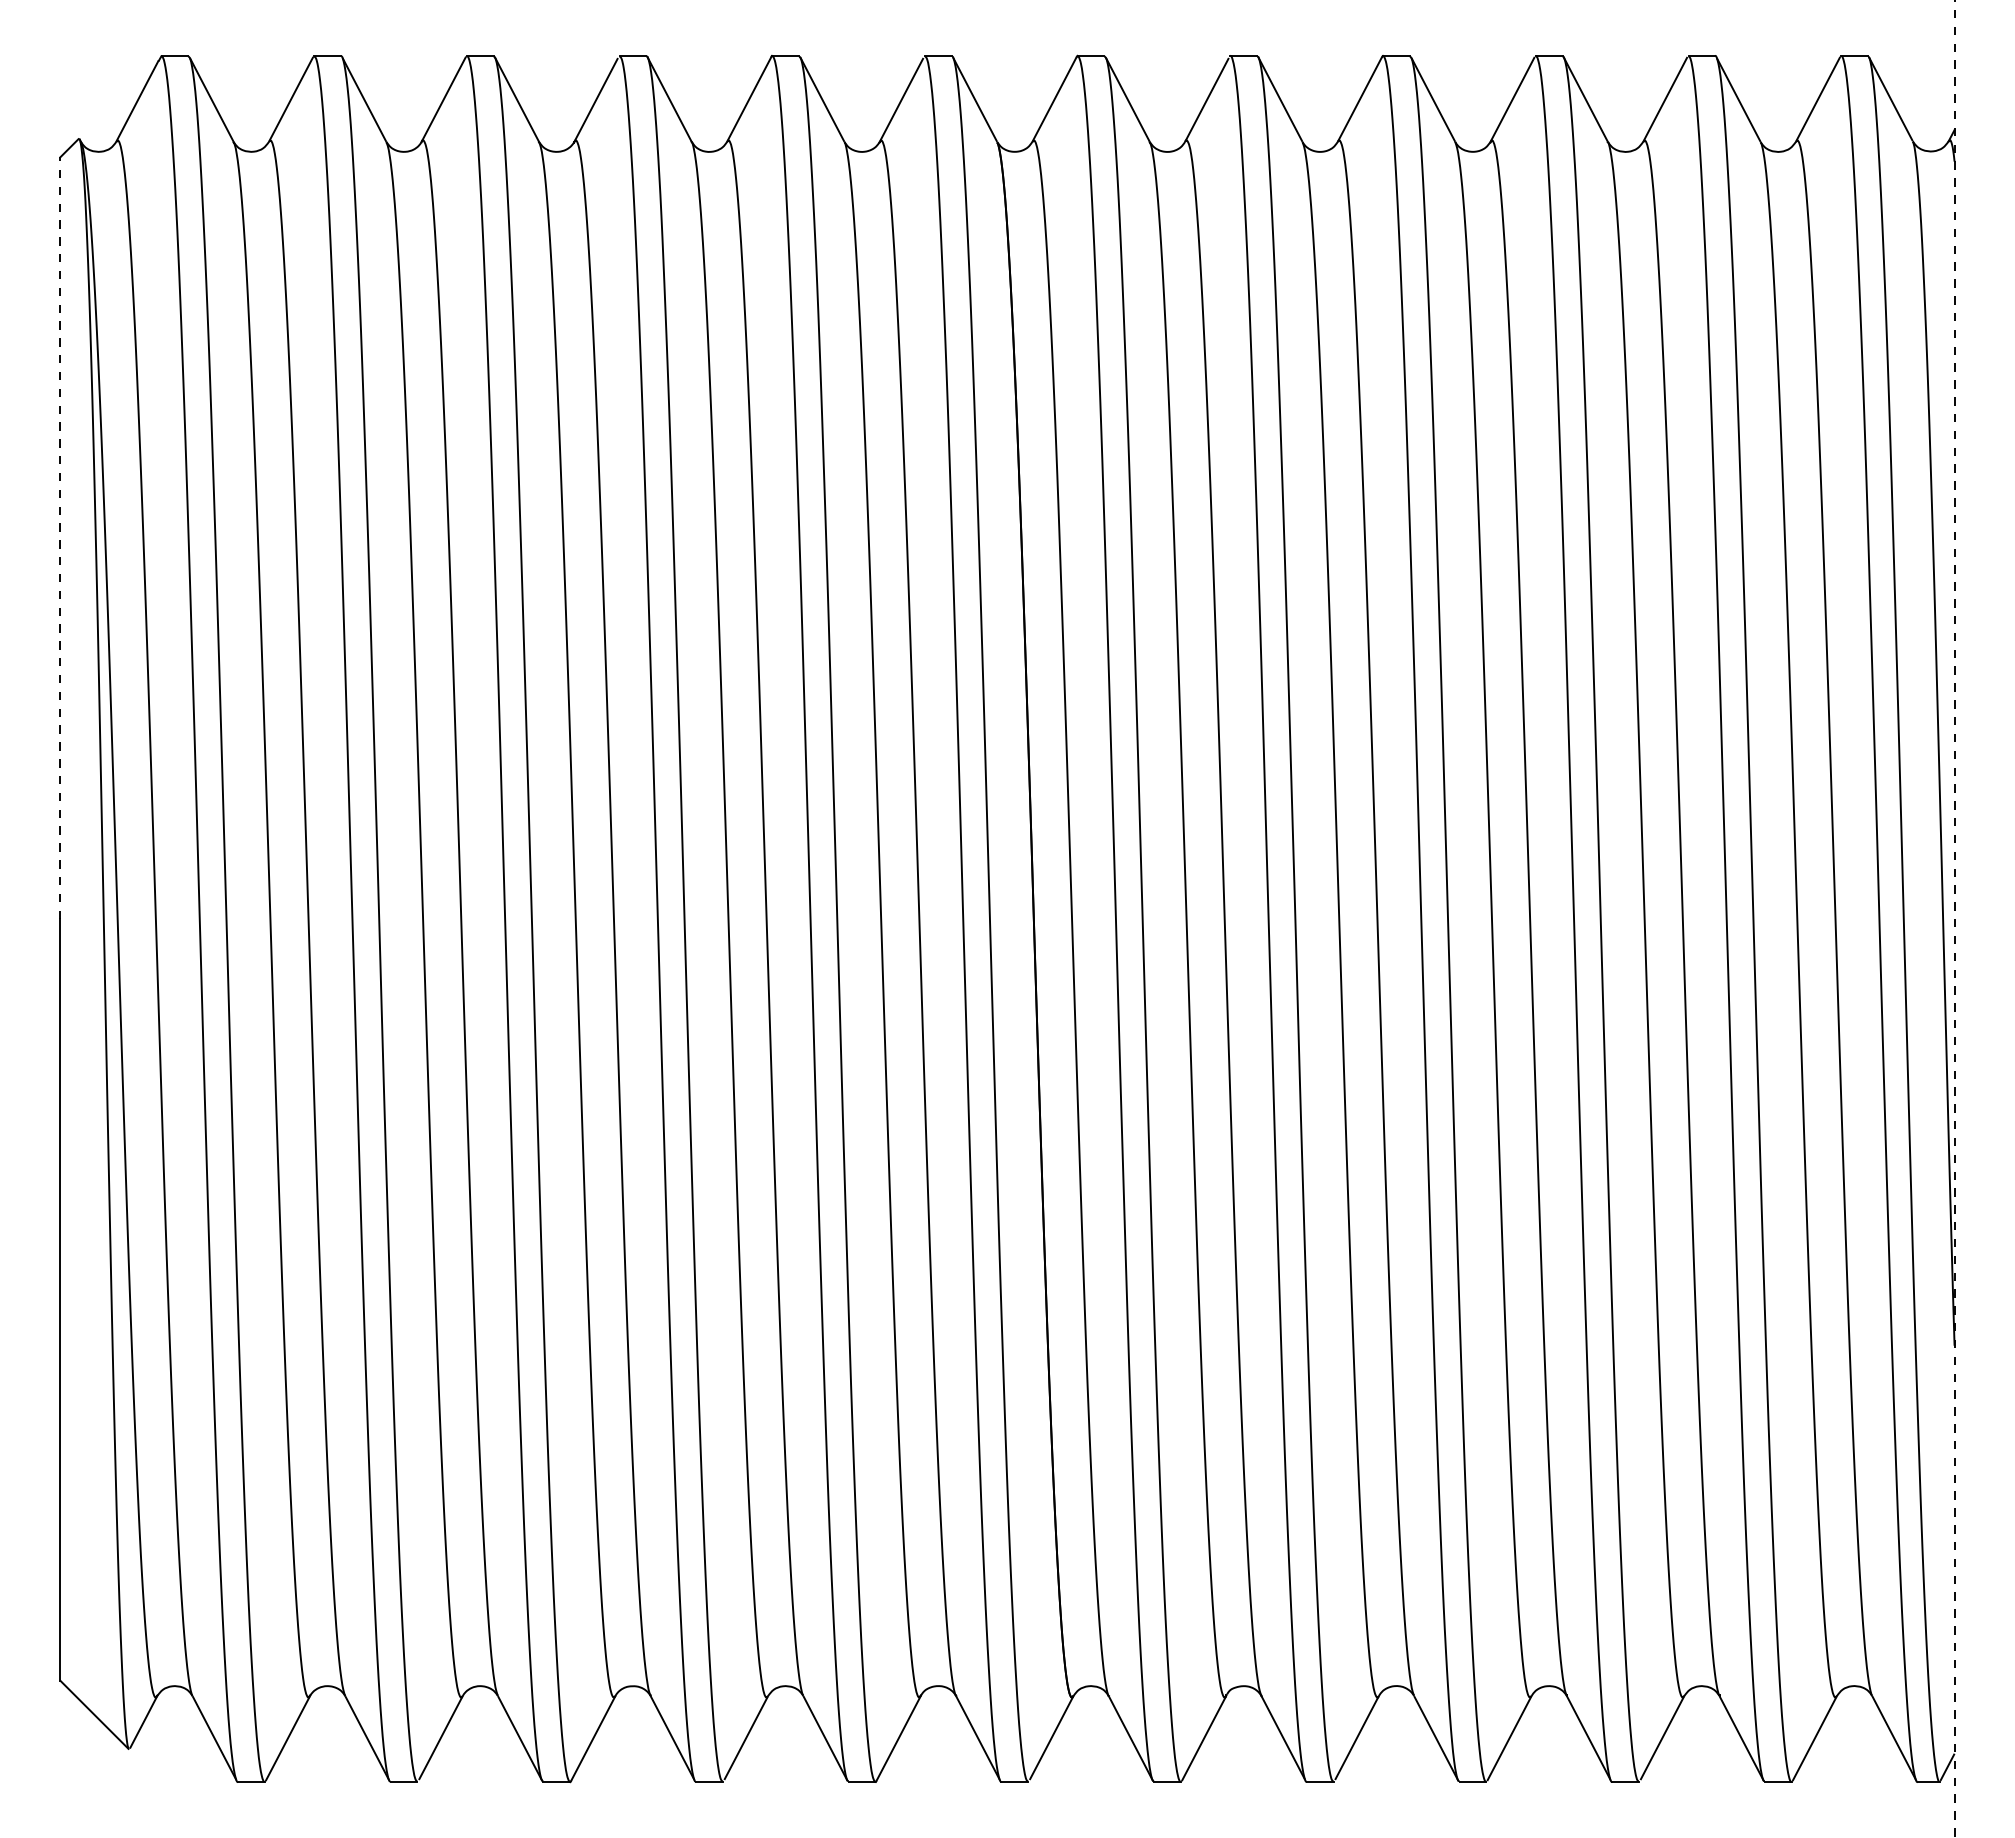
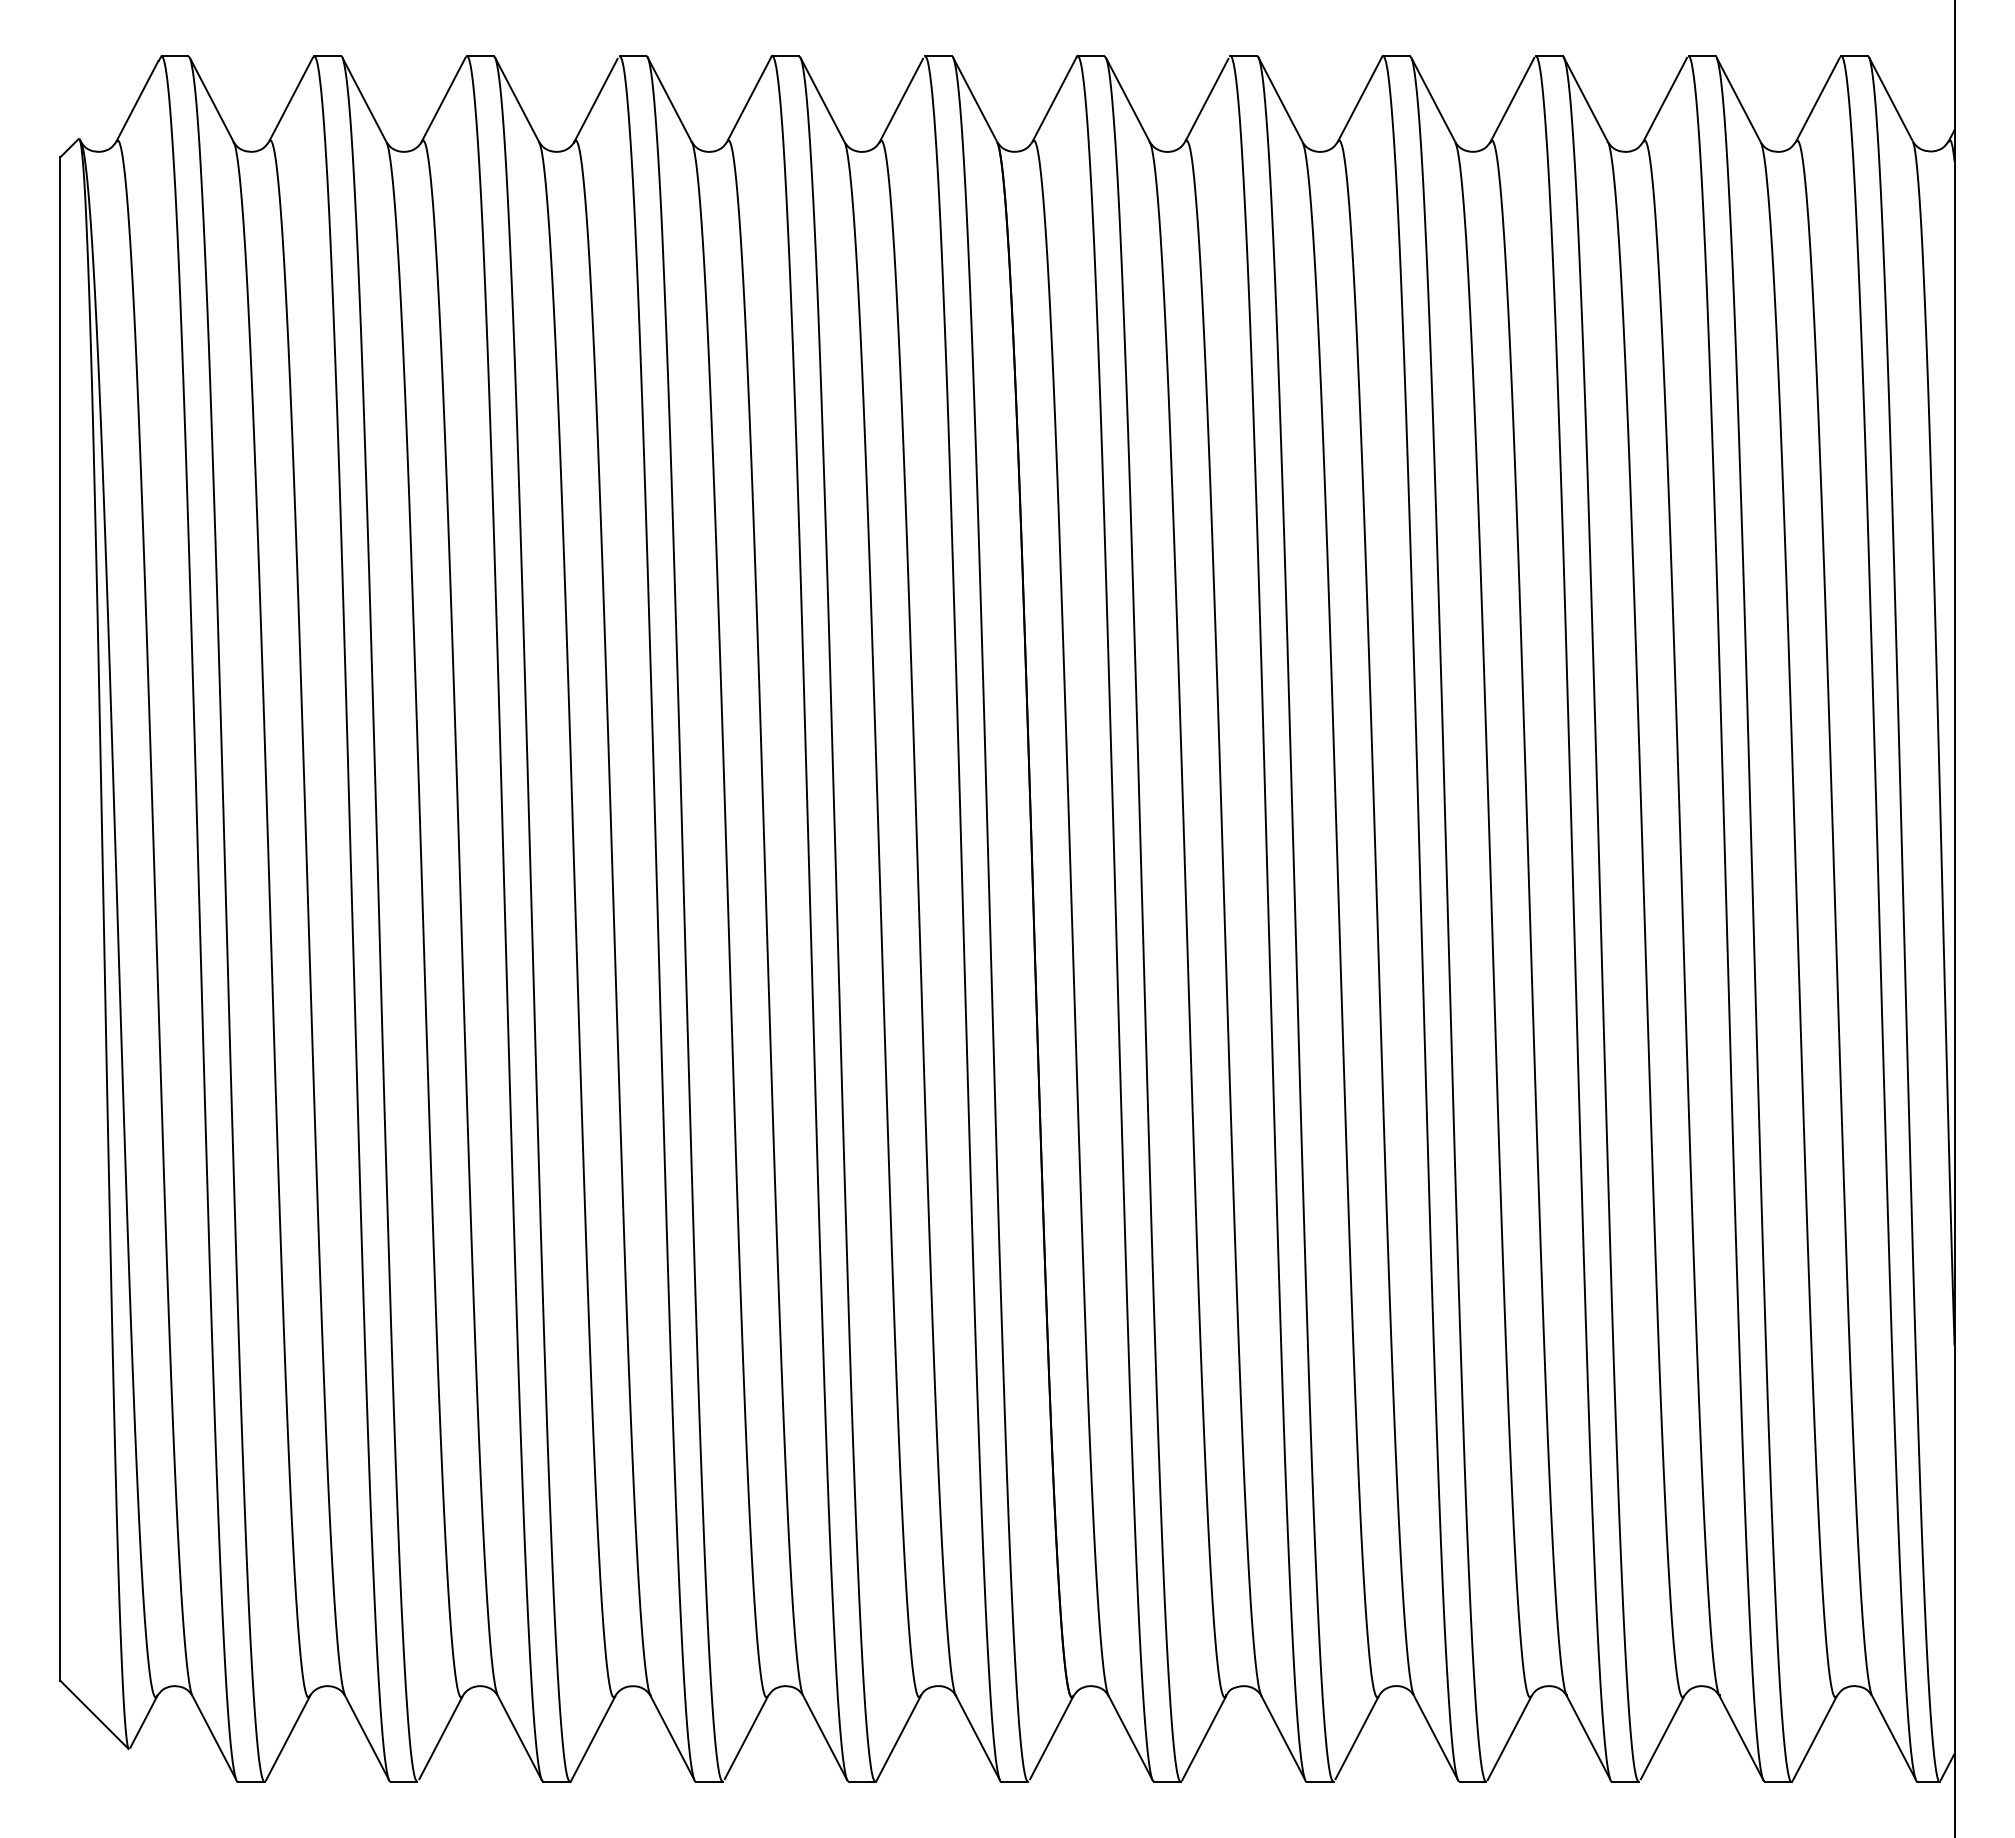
line at (60, 538): dashed -> solid
line at (1954, 919): dashed -> solid
